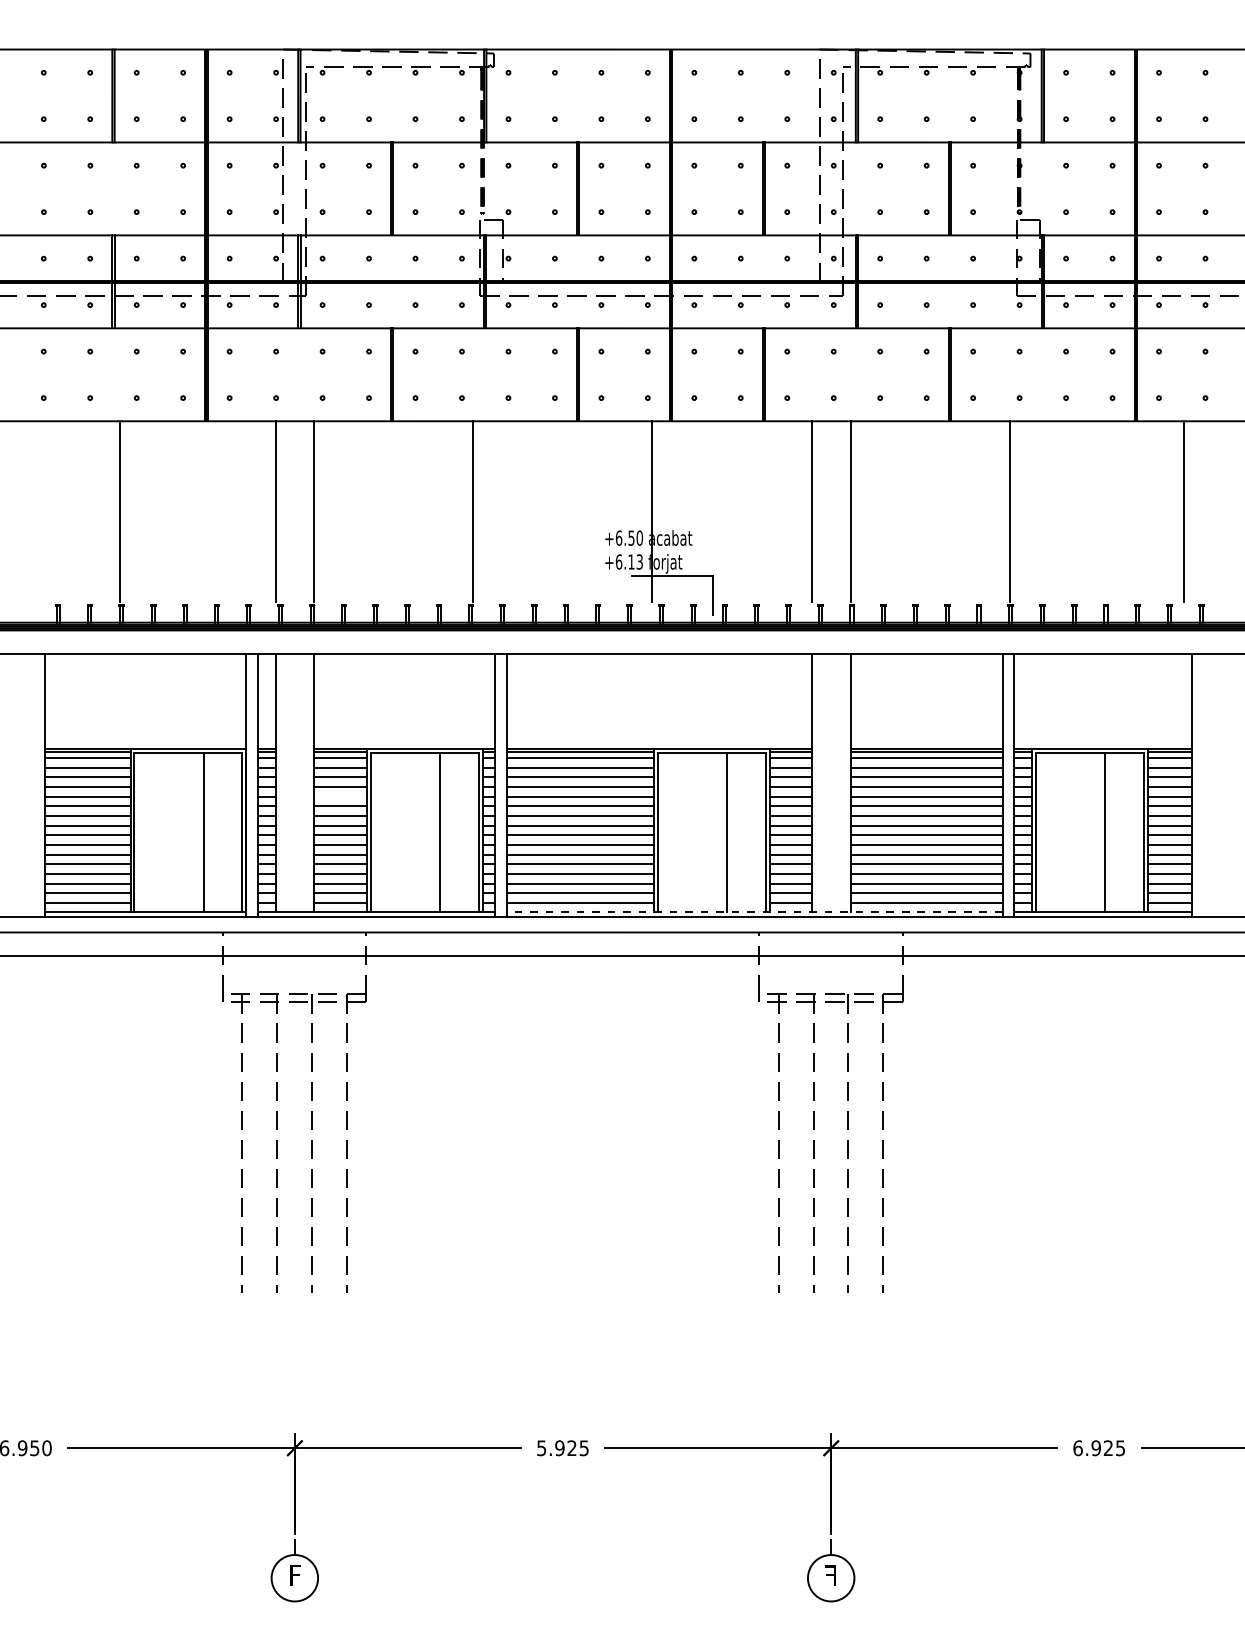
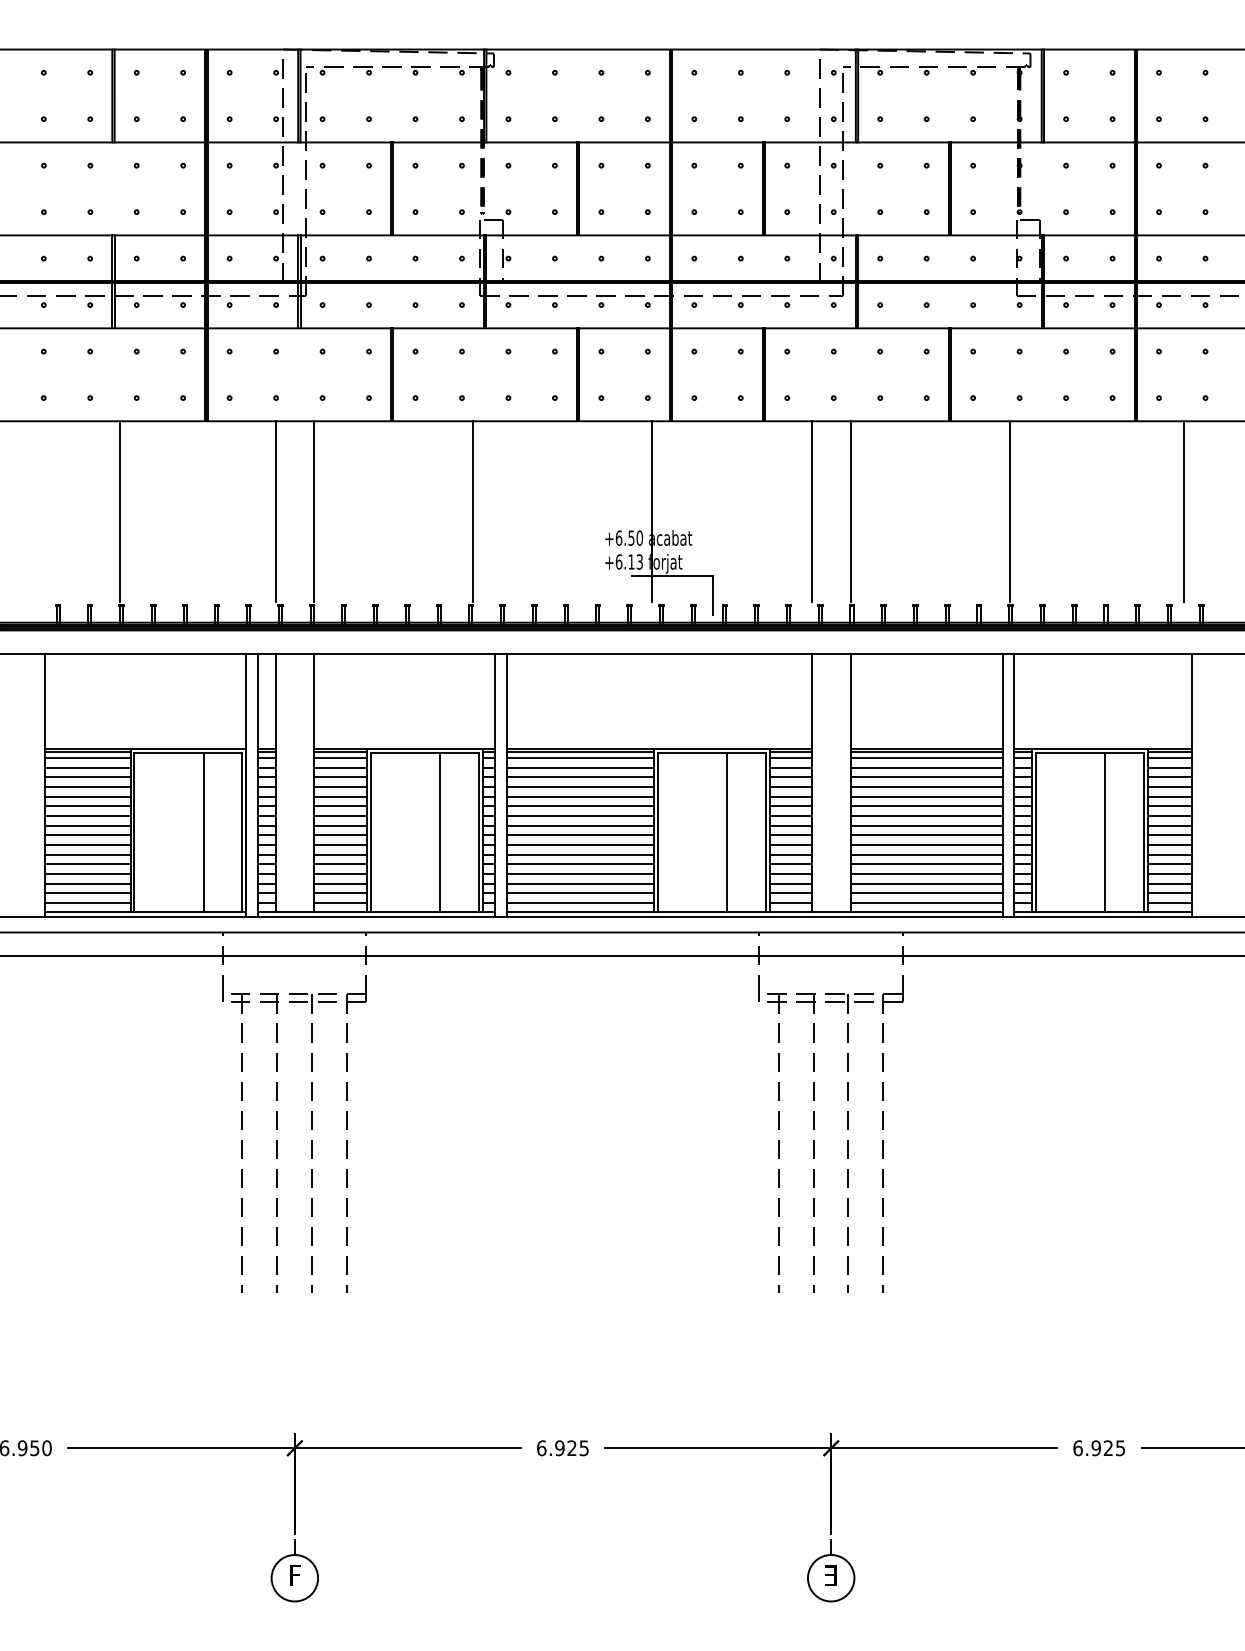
line at (340, 796): none -> present
line at (754, 911): dashed -> solid
text at (541, 1448): 5.925 -> 6.925
text at (830, 1575): F -> E
